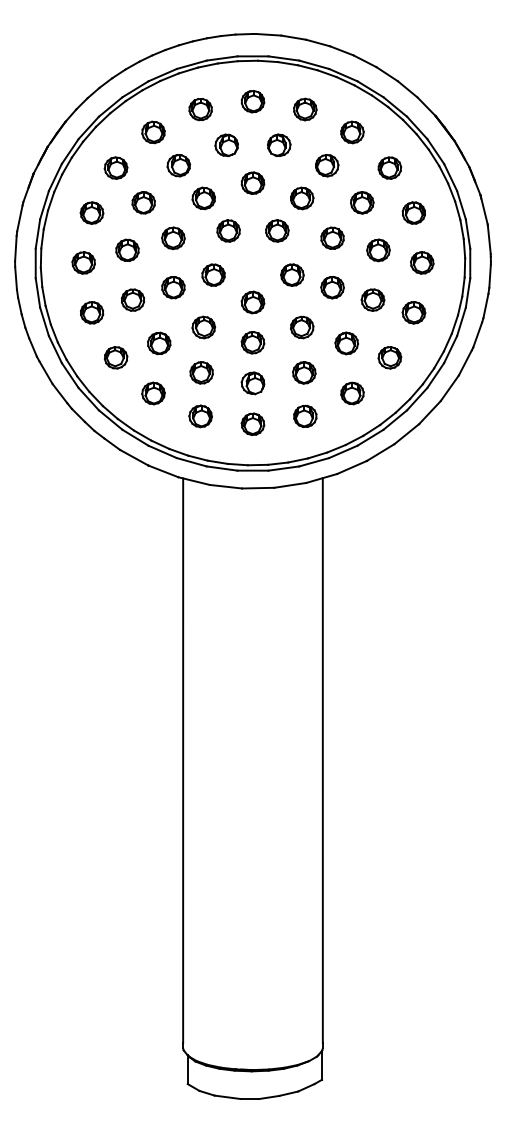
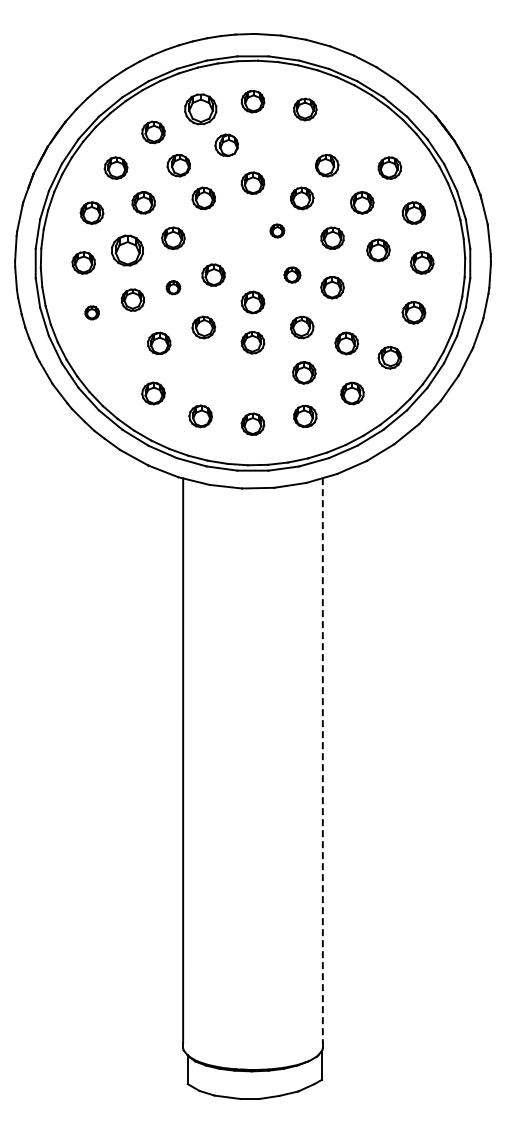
part at (200, 109) size: 25x24 px -> 34x33 px
part at (352, 132): present -> none
part at (279, 144): present -> none
part at (228, 230): present -> none
part at (277, 230) size: 25x24 px -> 17x16 px
part at (127, 249) size: 25x24 px -> 33x33 px
part at (292, 274) size: 25x24 px -> 19x18 px
part at (173, 287) size: 25x24 px -> 17x16 px
part at (372, 299): present -> none
part at (92, 312) size: 25x24 px -> 16x16 px
part at (116, 357): present -> none
part at (201, 372): present -> none
part at (252, 383): present -> none
line at (322, 760): solid -> dashed
